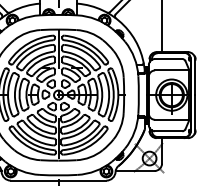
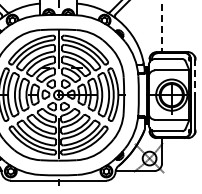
line at (162, 26): solid -> dashed
line at (195, 77): solid -> dashed
